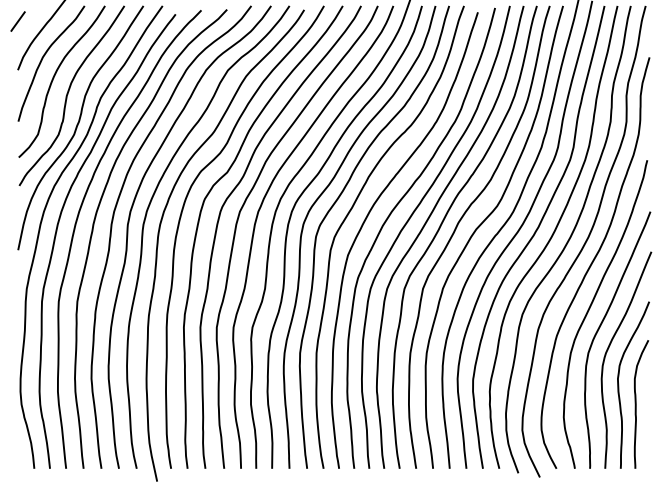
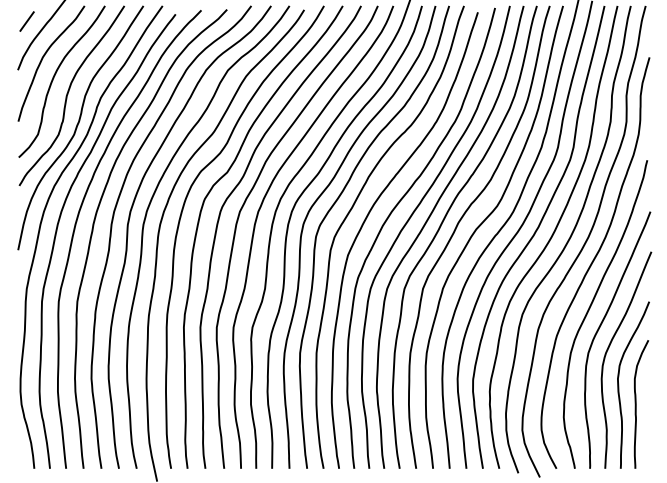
line at (17, 21) position: (17, 21) -> (26, 21)
